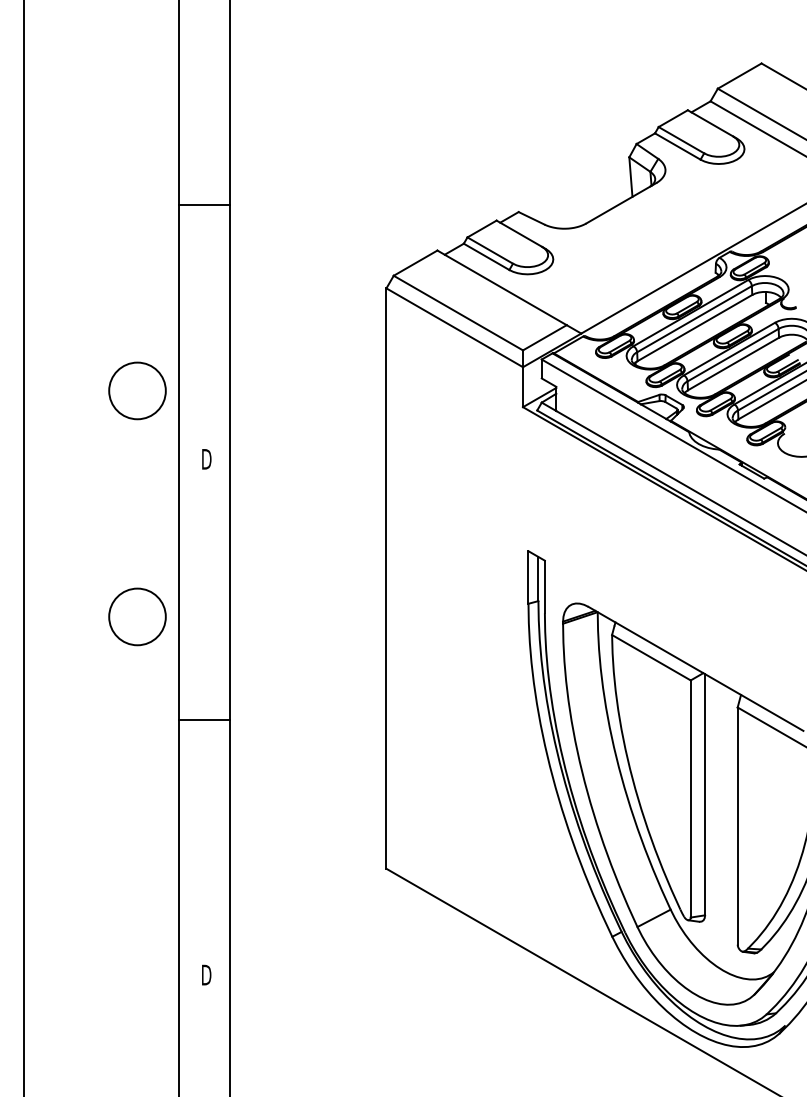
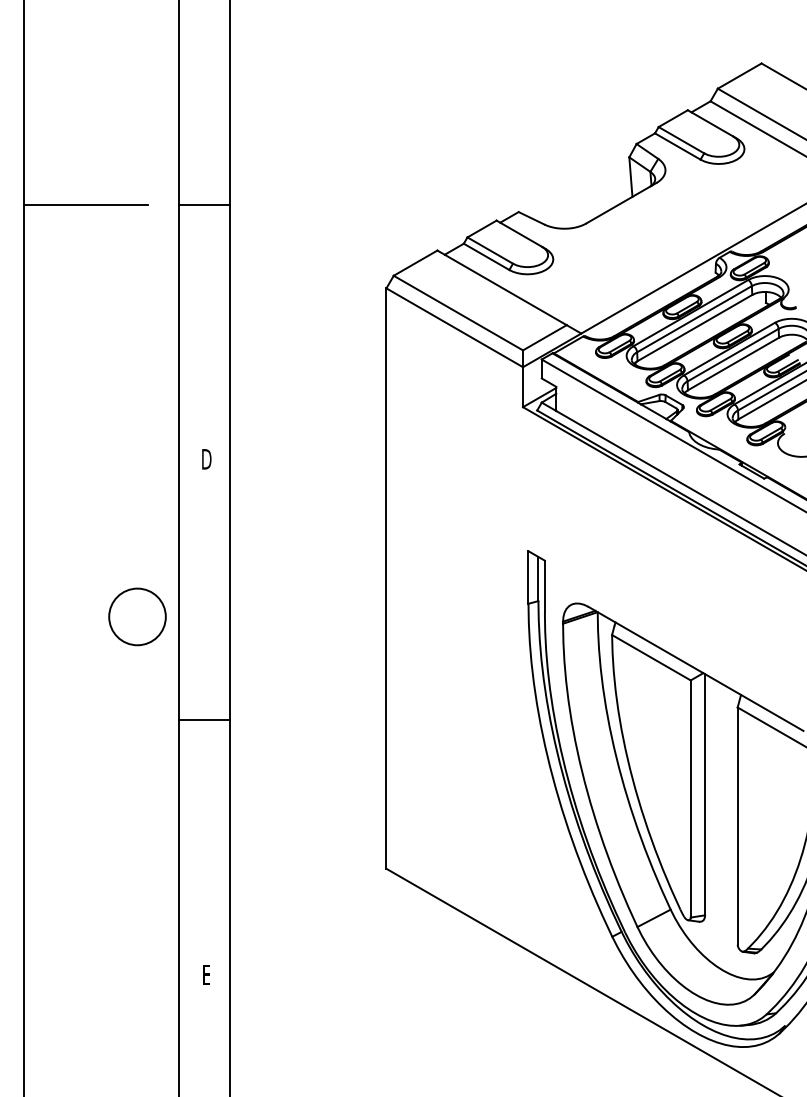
line at (85, 204): none -> present
circle at (137, 390): present -> none
text at (206, 974): D -> E
